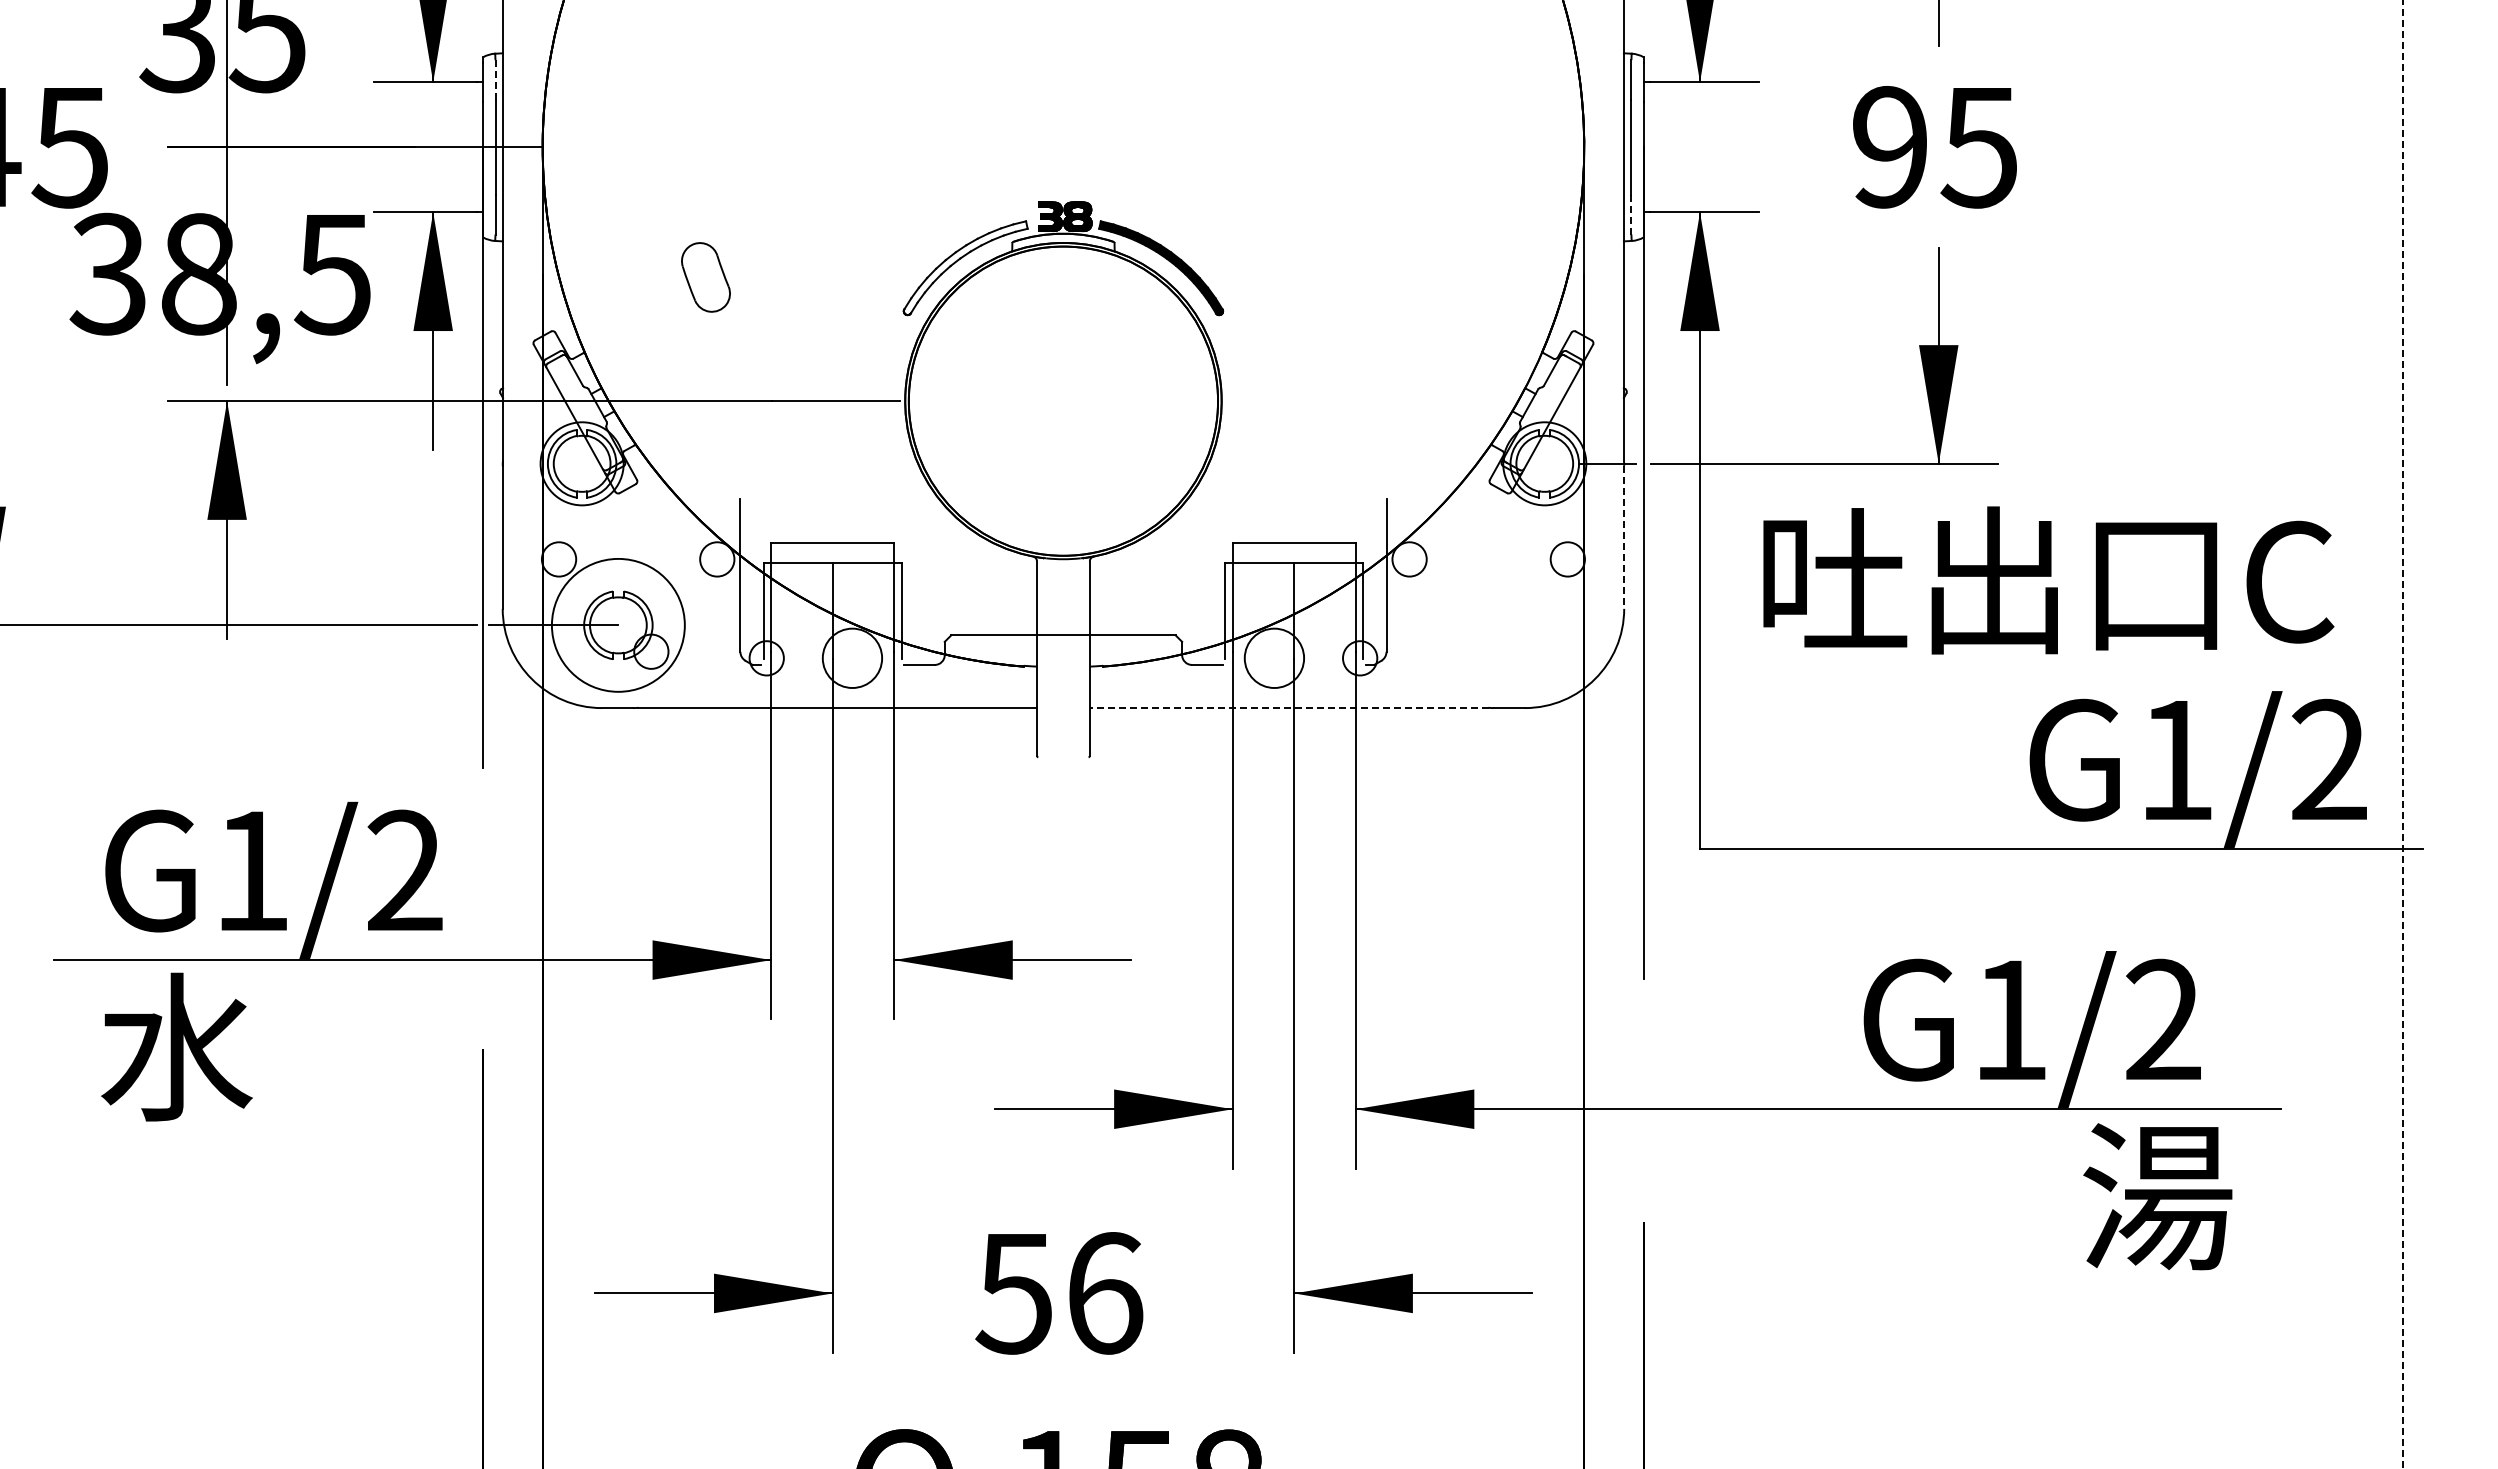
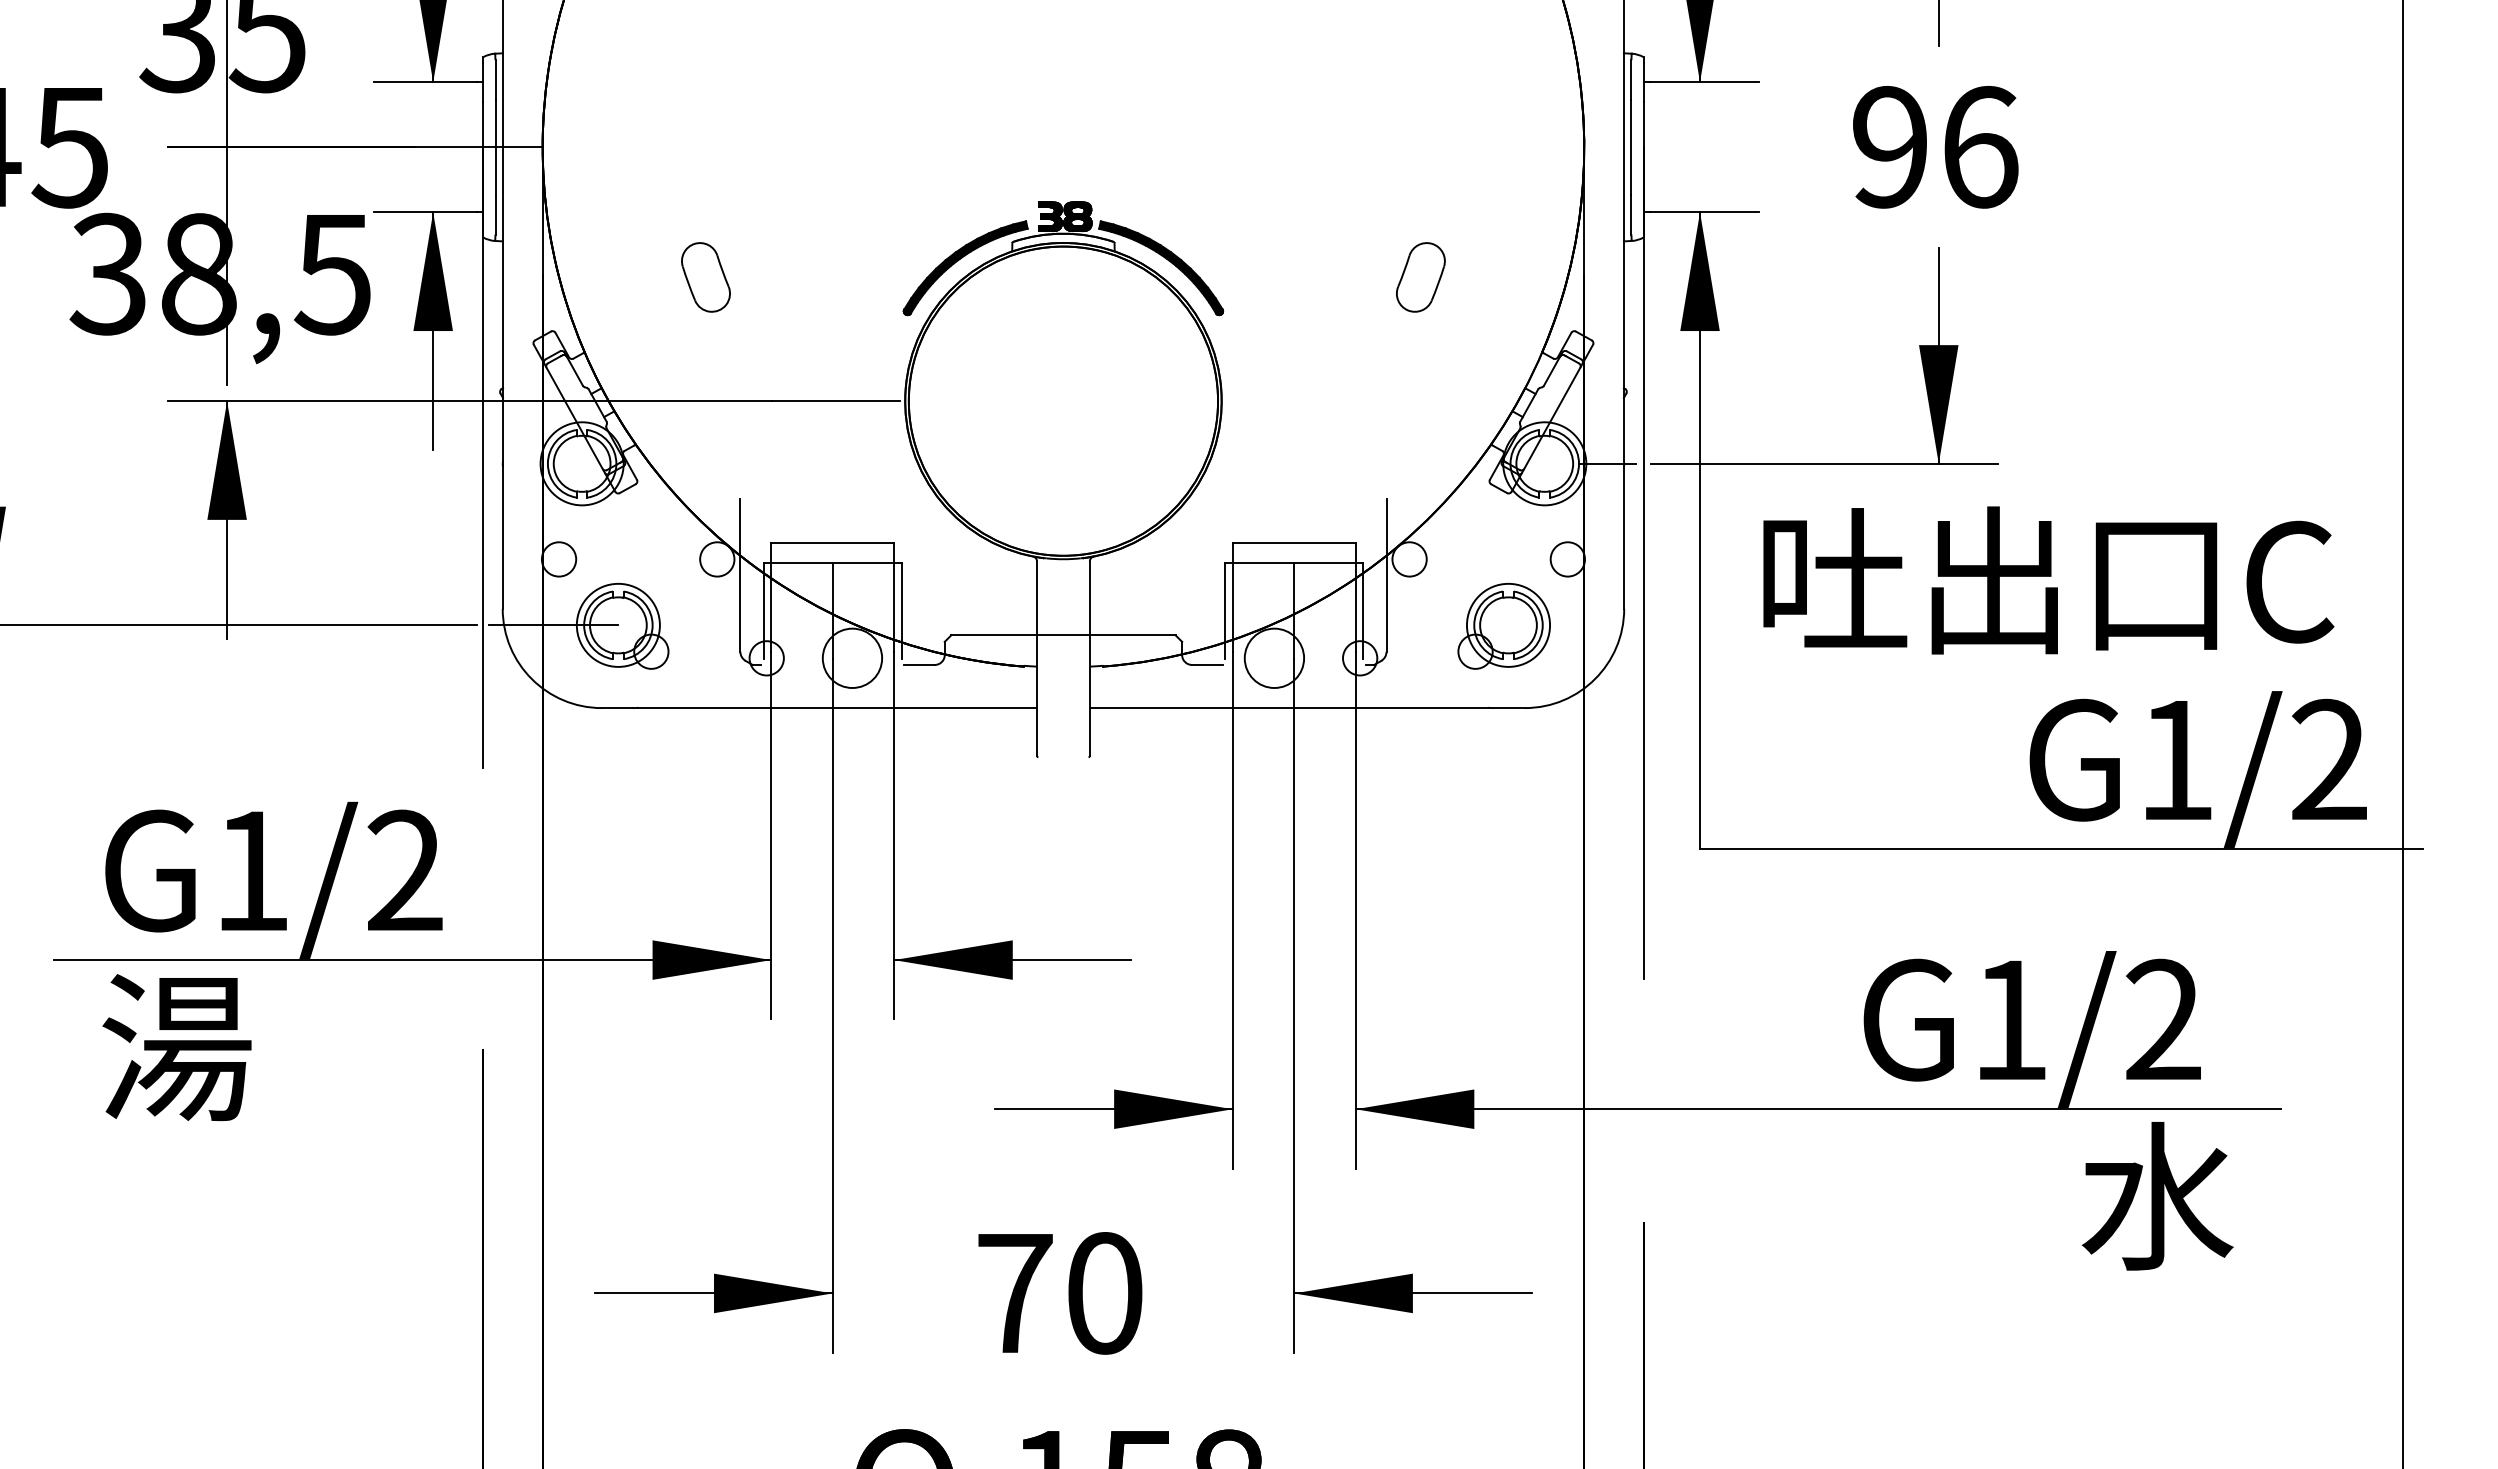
line at (495, 80): dashed -> solid
text at (1979, 147): 95 -> 96
line at (1631, 214): dashed -> solid
fill at (965, 268): none -> present
part at (1420, 277): none -> present
line at (1624, 537): dashed -> solid
circle at (617, 624) diameter: 133 px -> 83 px
part at (1503, 626): none -> present
line at (1288, 707): dashed -> solid
line at (2402, 734): dashed -> solid
text at (176, 1046): 水 -> 湯
text at (2157, 1196): 湯 -> 水
text at (1059, 1293): 56 -> 70
